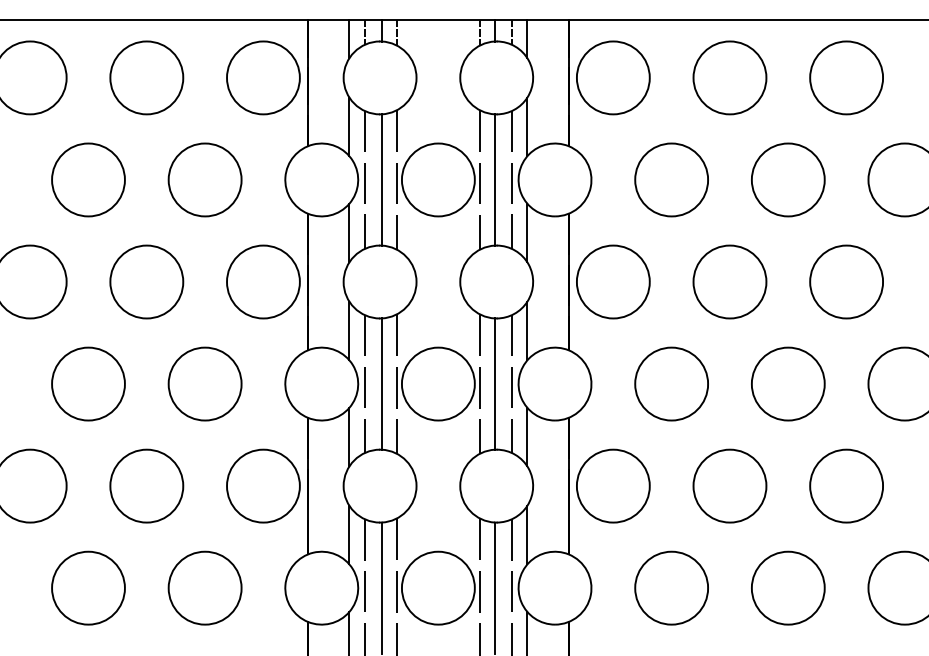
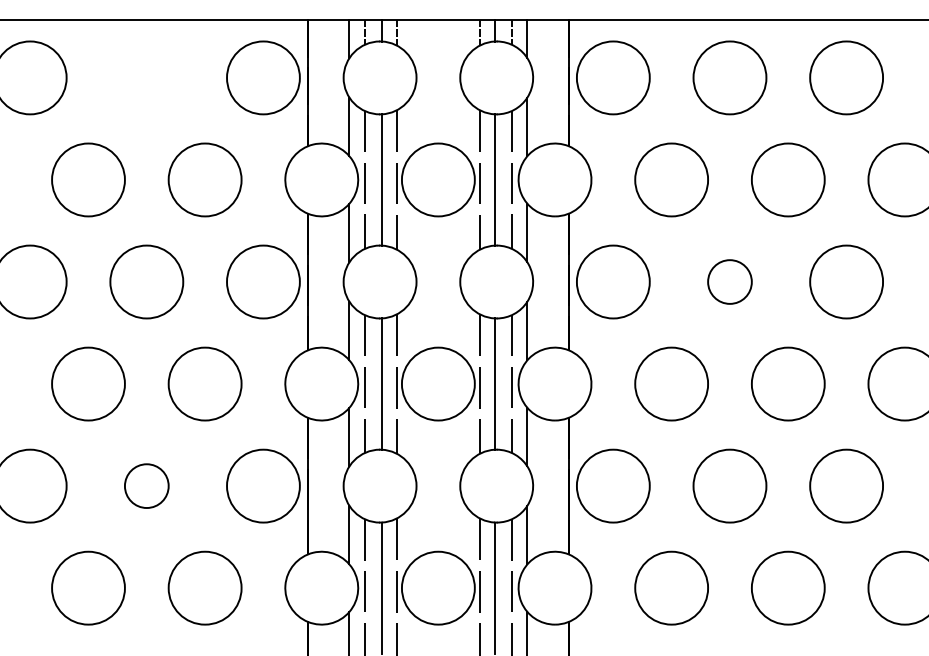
circle at (146, 77): present -> none
circle at (729, 281) diameter: 73 px -> 44 px
circle at (146, 485) diameter: 73 px -> 44 px
